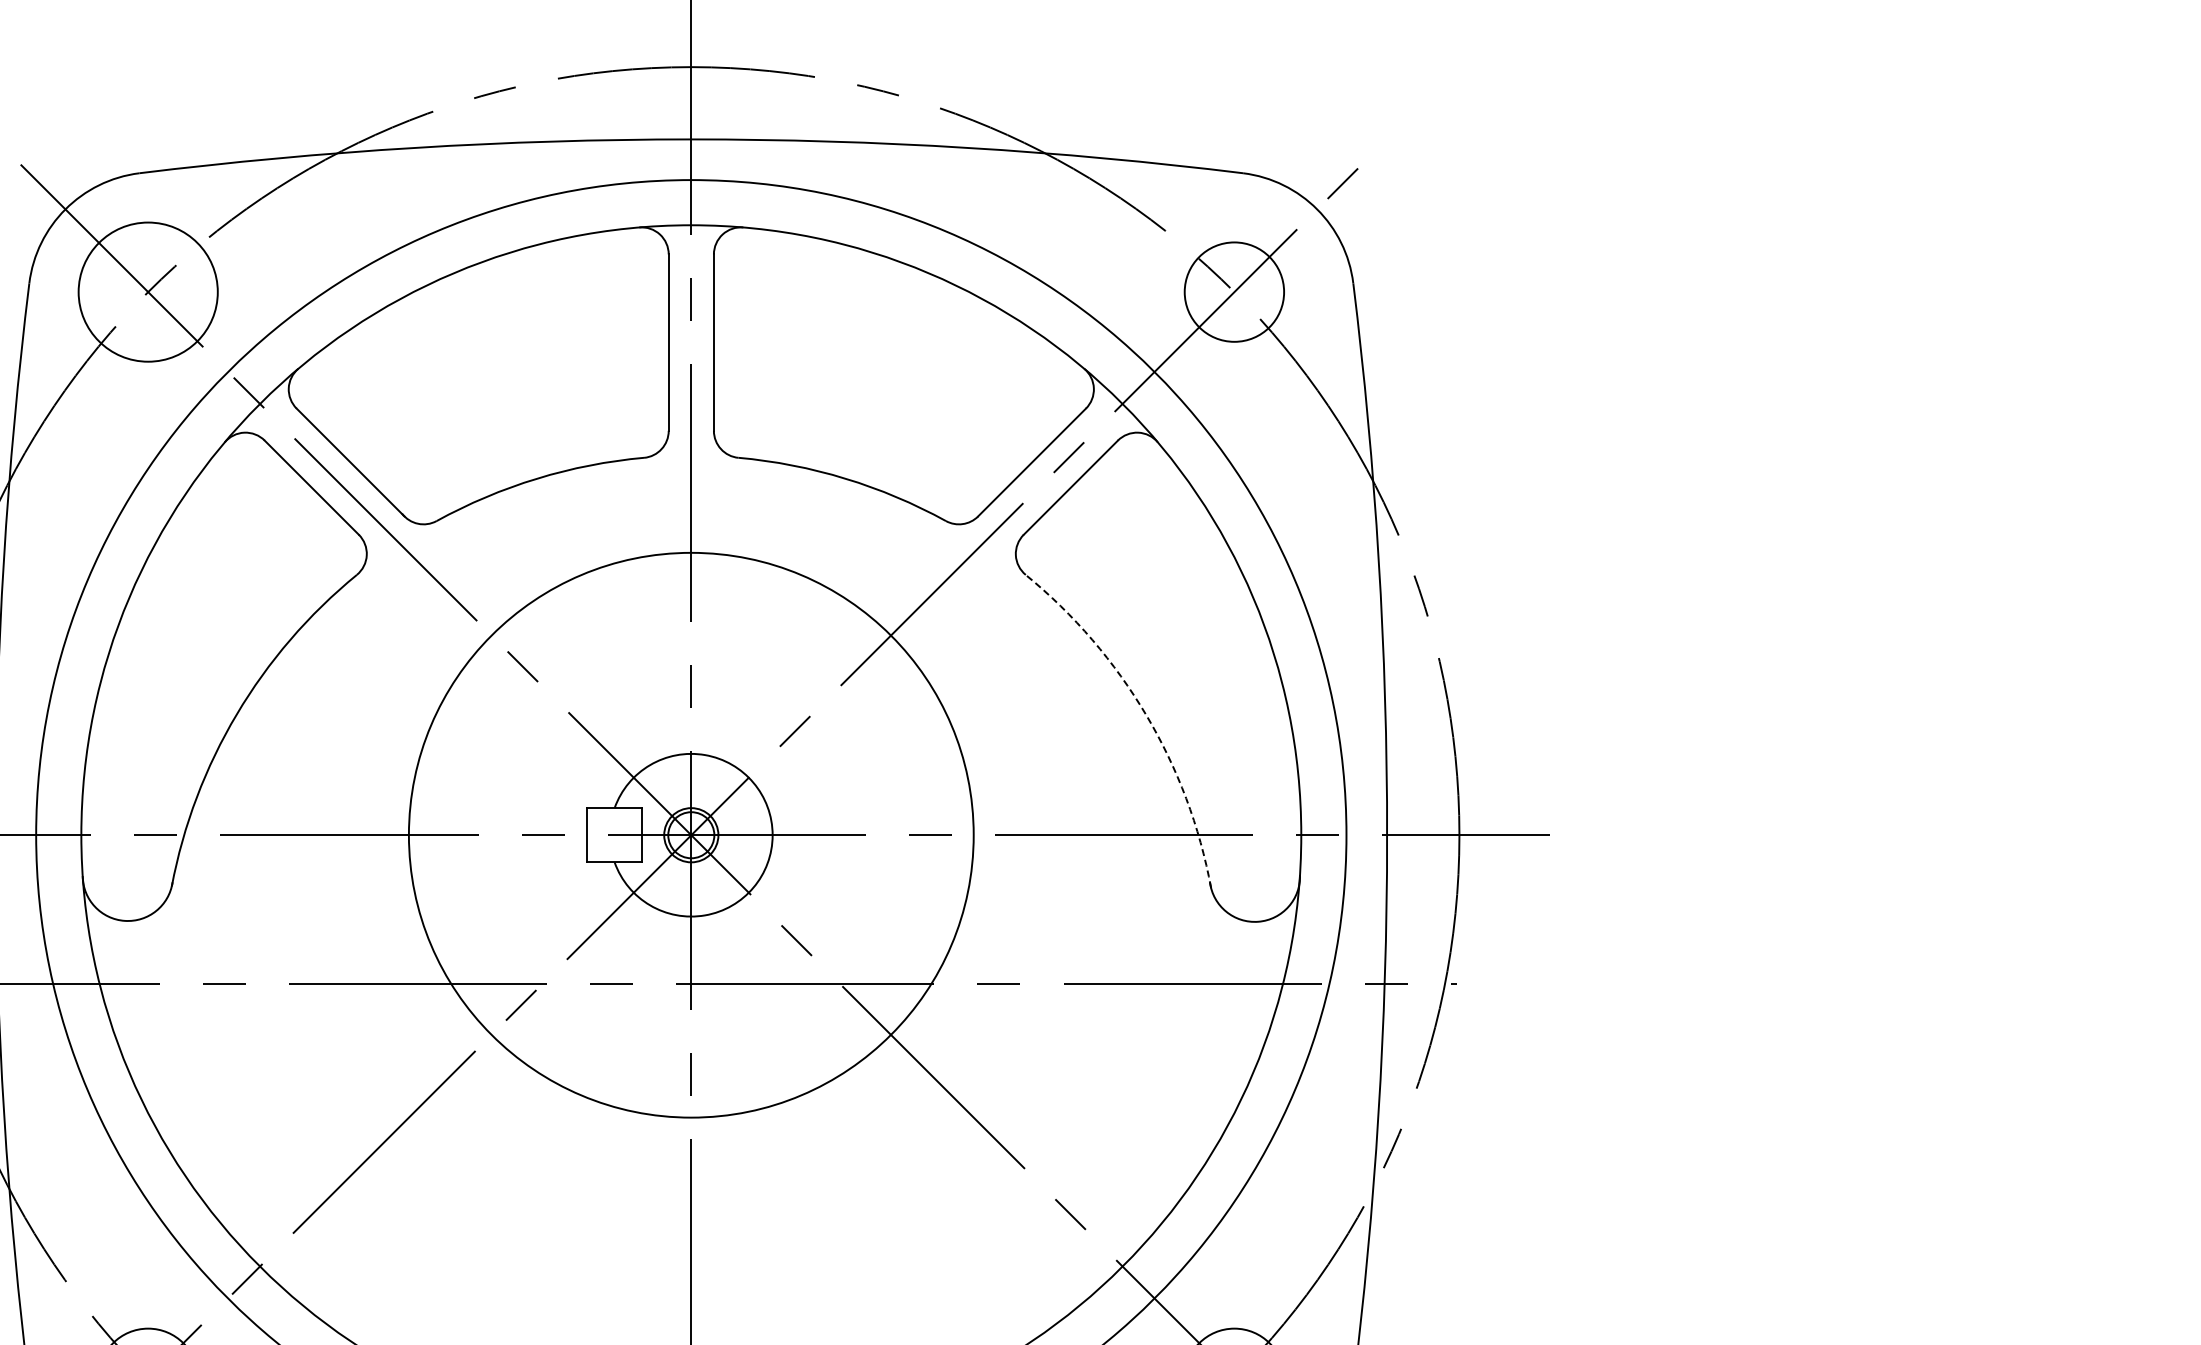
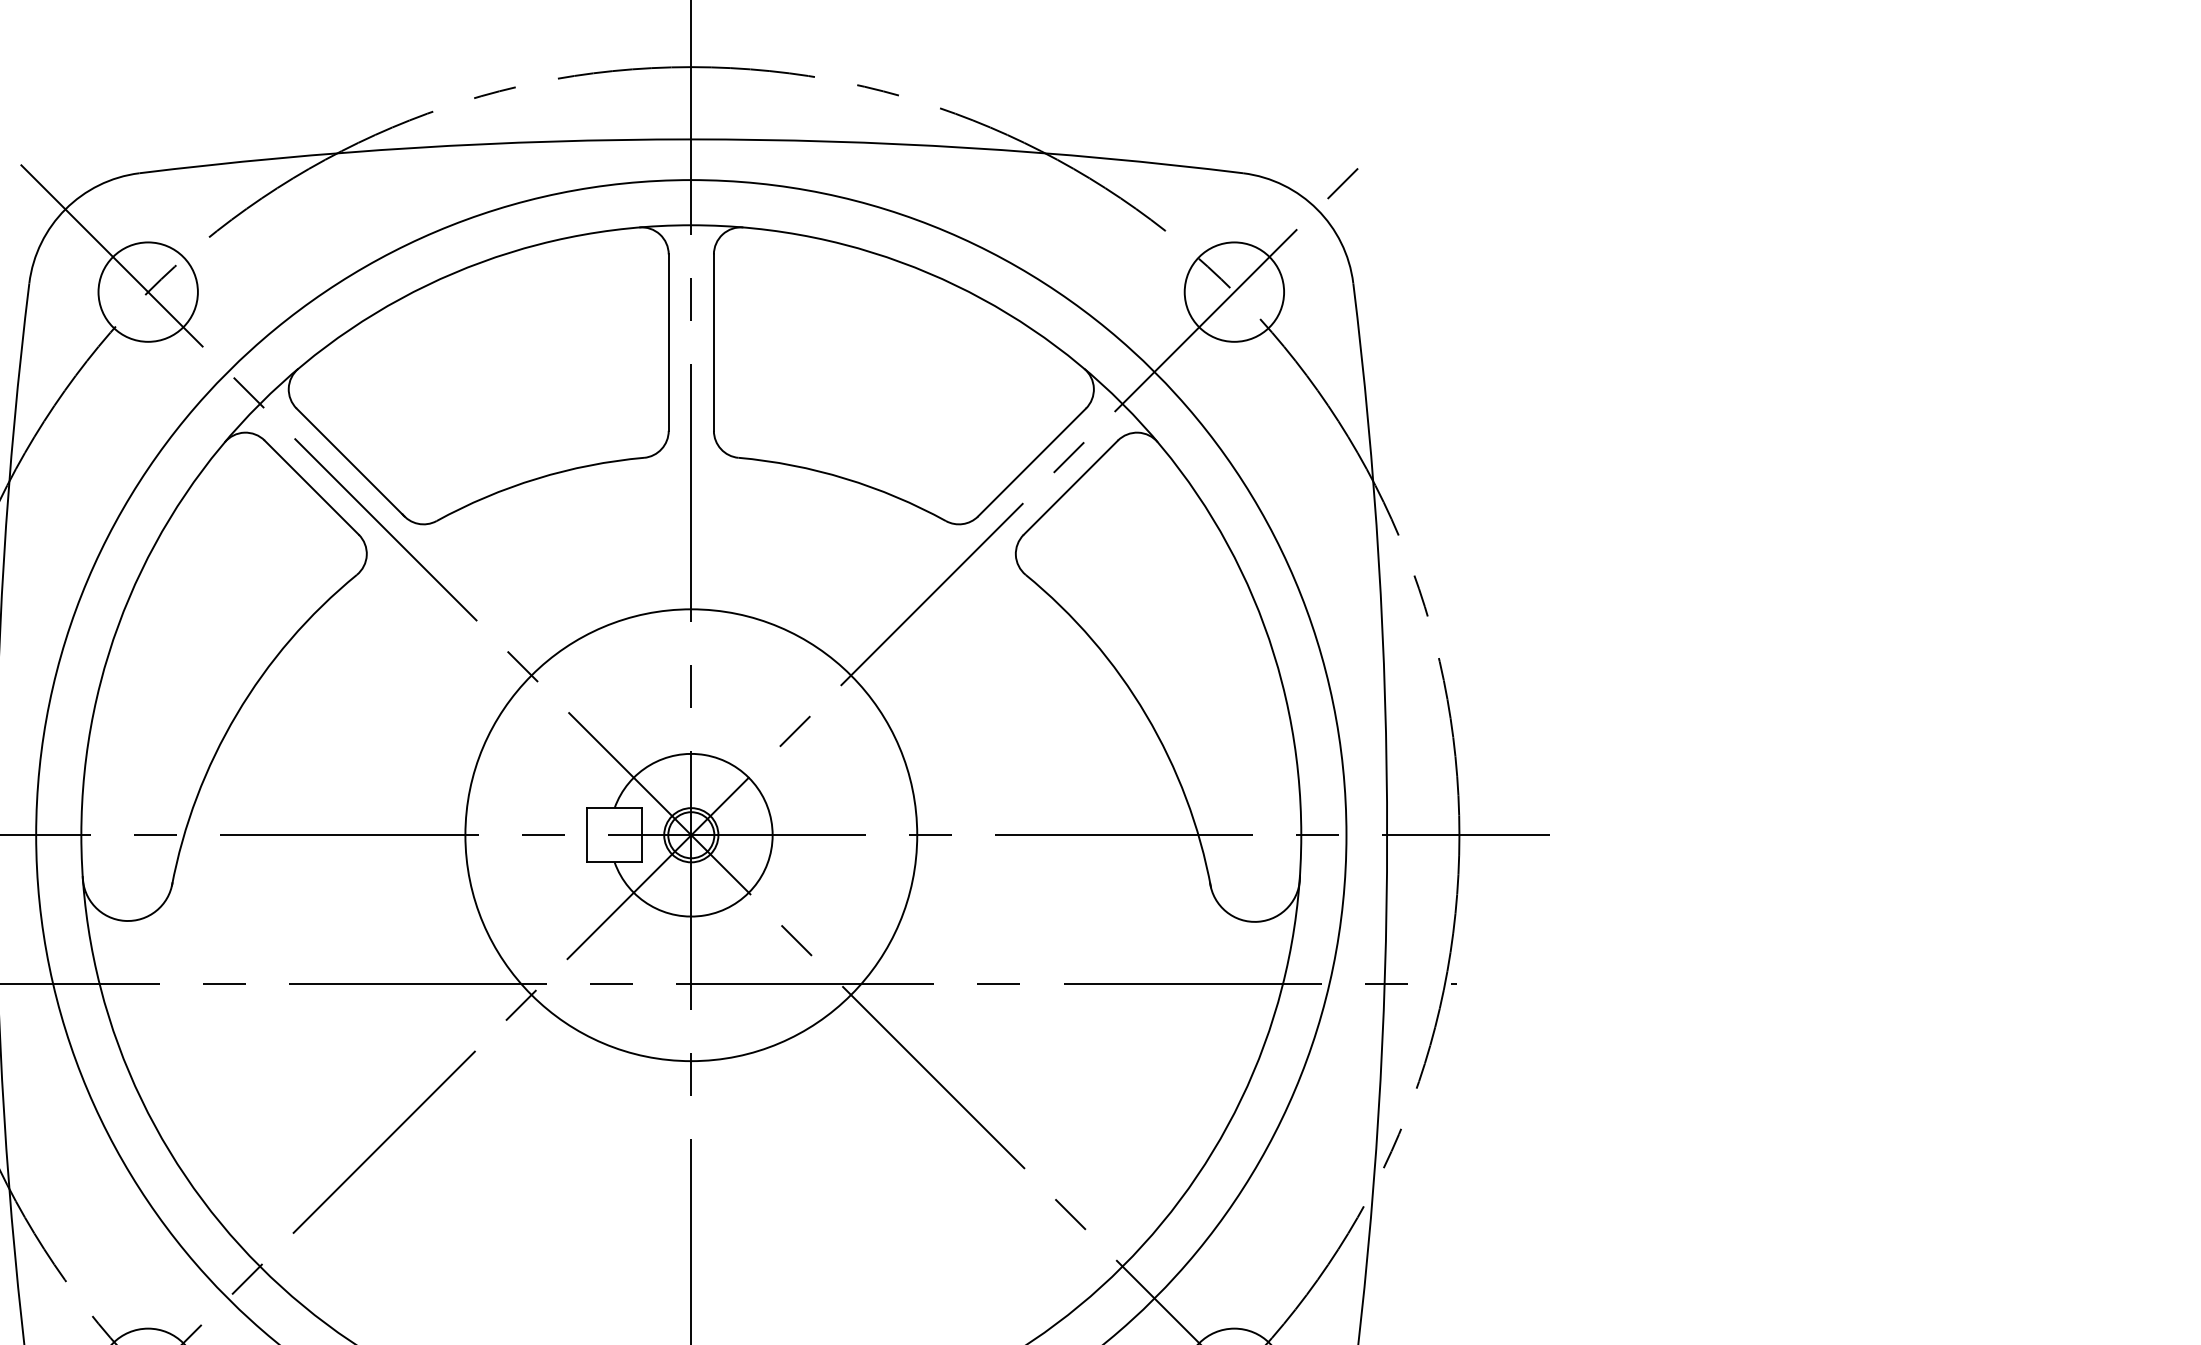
circle at (147, 291) diameter: 139 px -> 99 px
arc at (1146, 715): dashed -> solid
circle at (690, 834) diameter: 565 px -> 452 px
